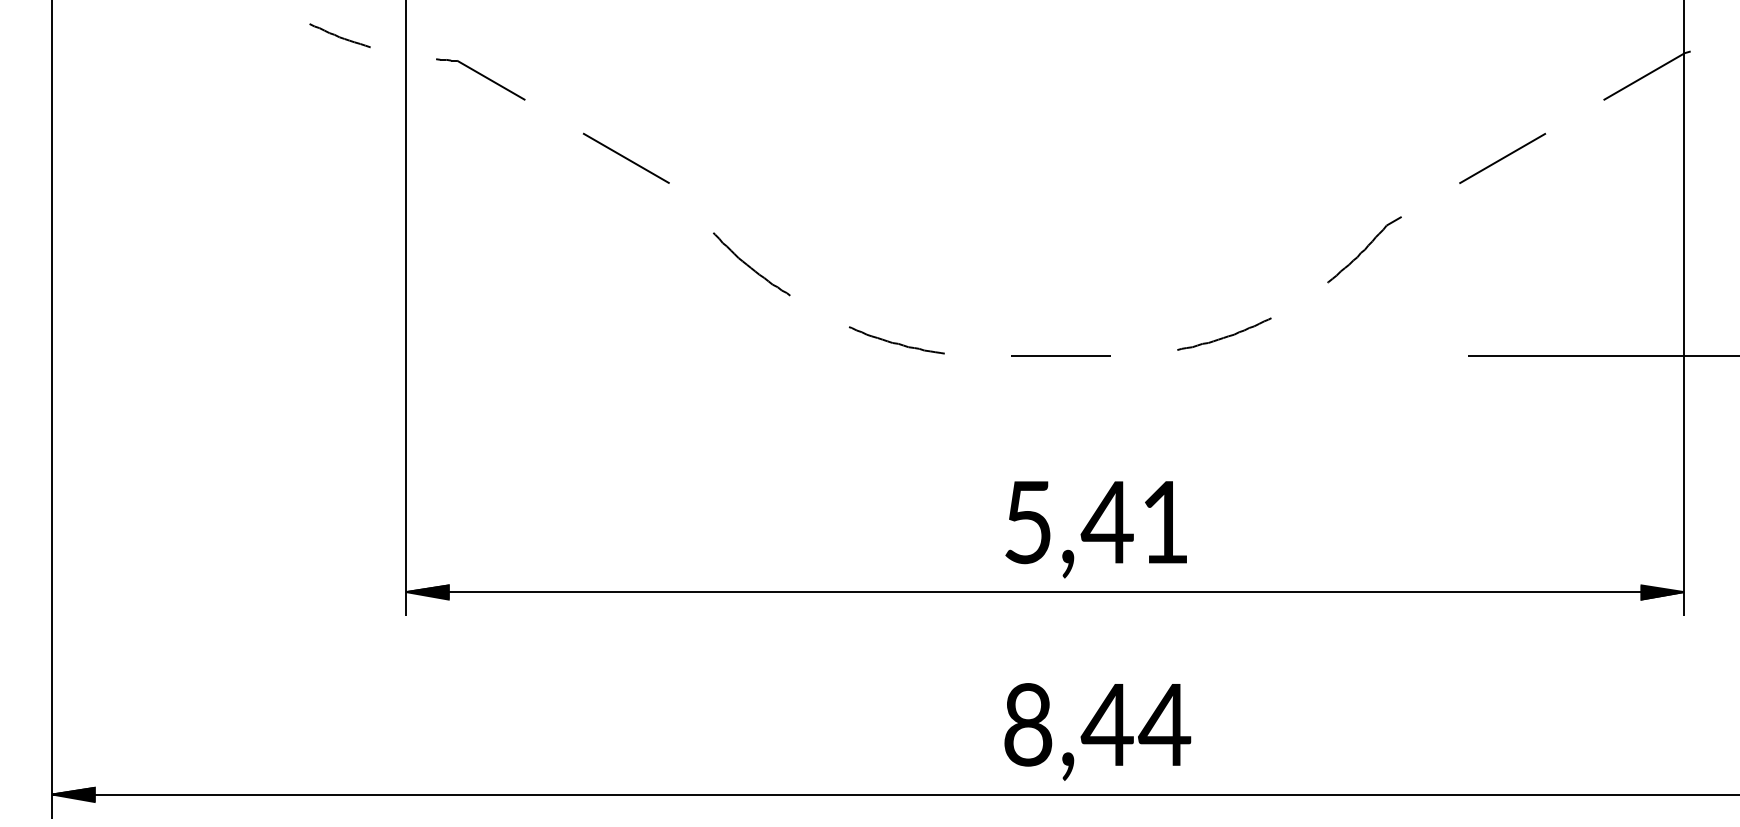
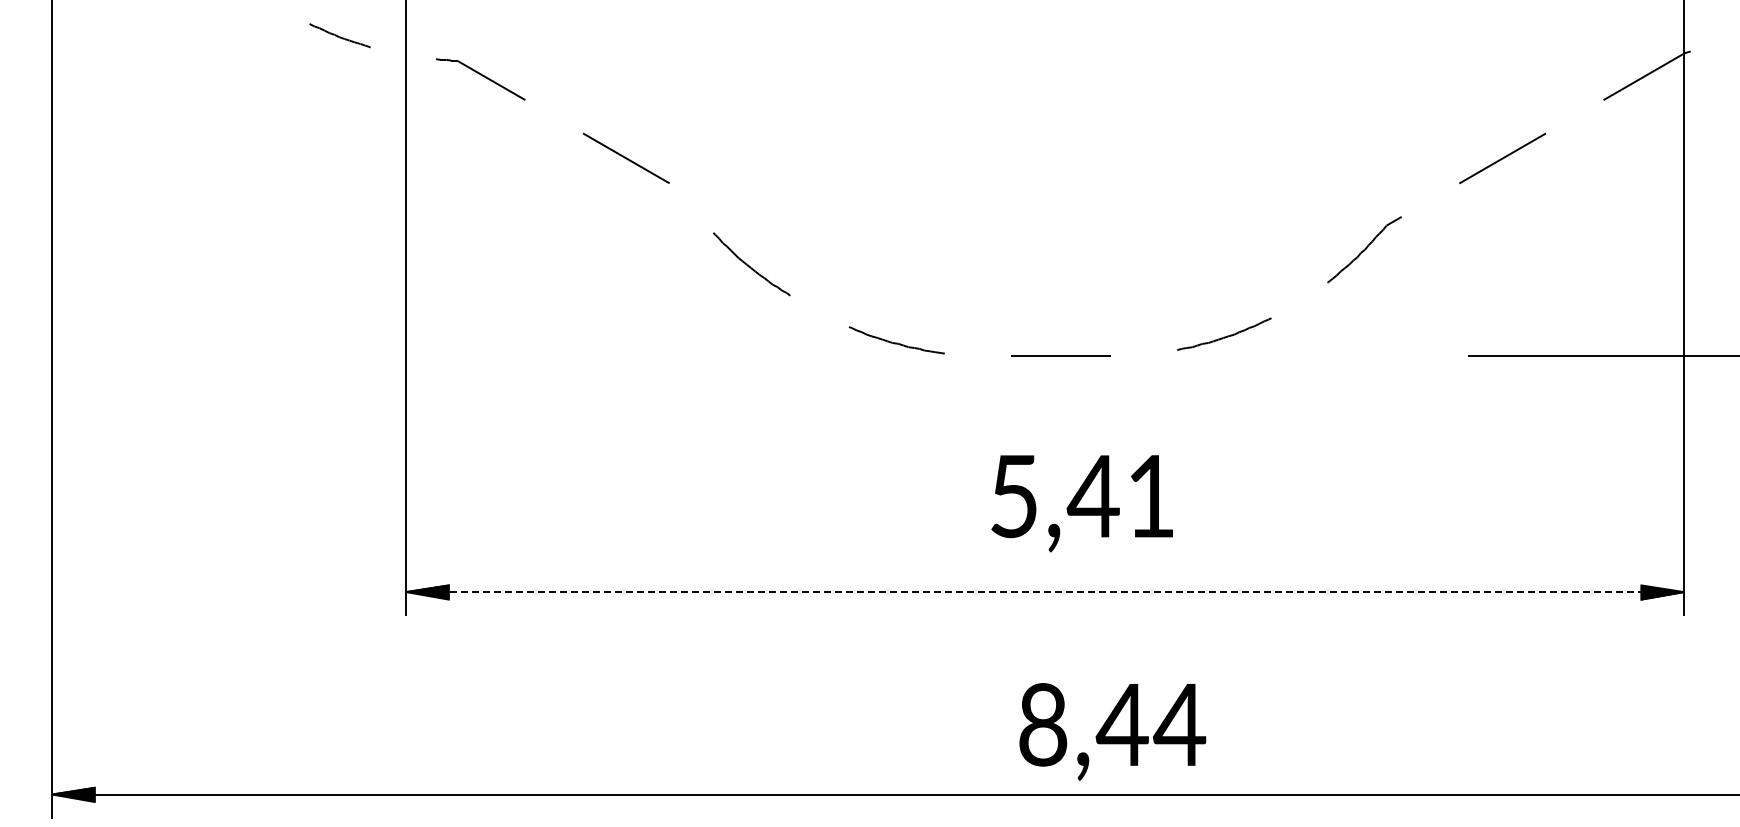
text at (1095, 529) position: (1095, 529) -> (1081, 503)
line at (1045, 592): solid -> dashed
text at (1097, 731) position: (1097, 731) -> (1112, 731)
